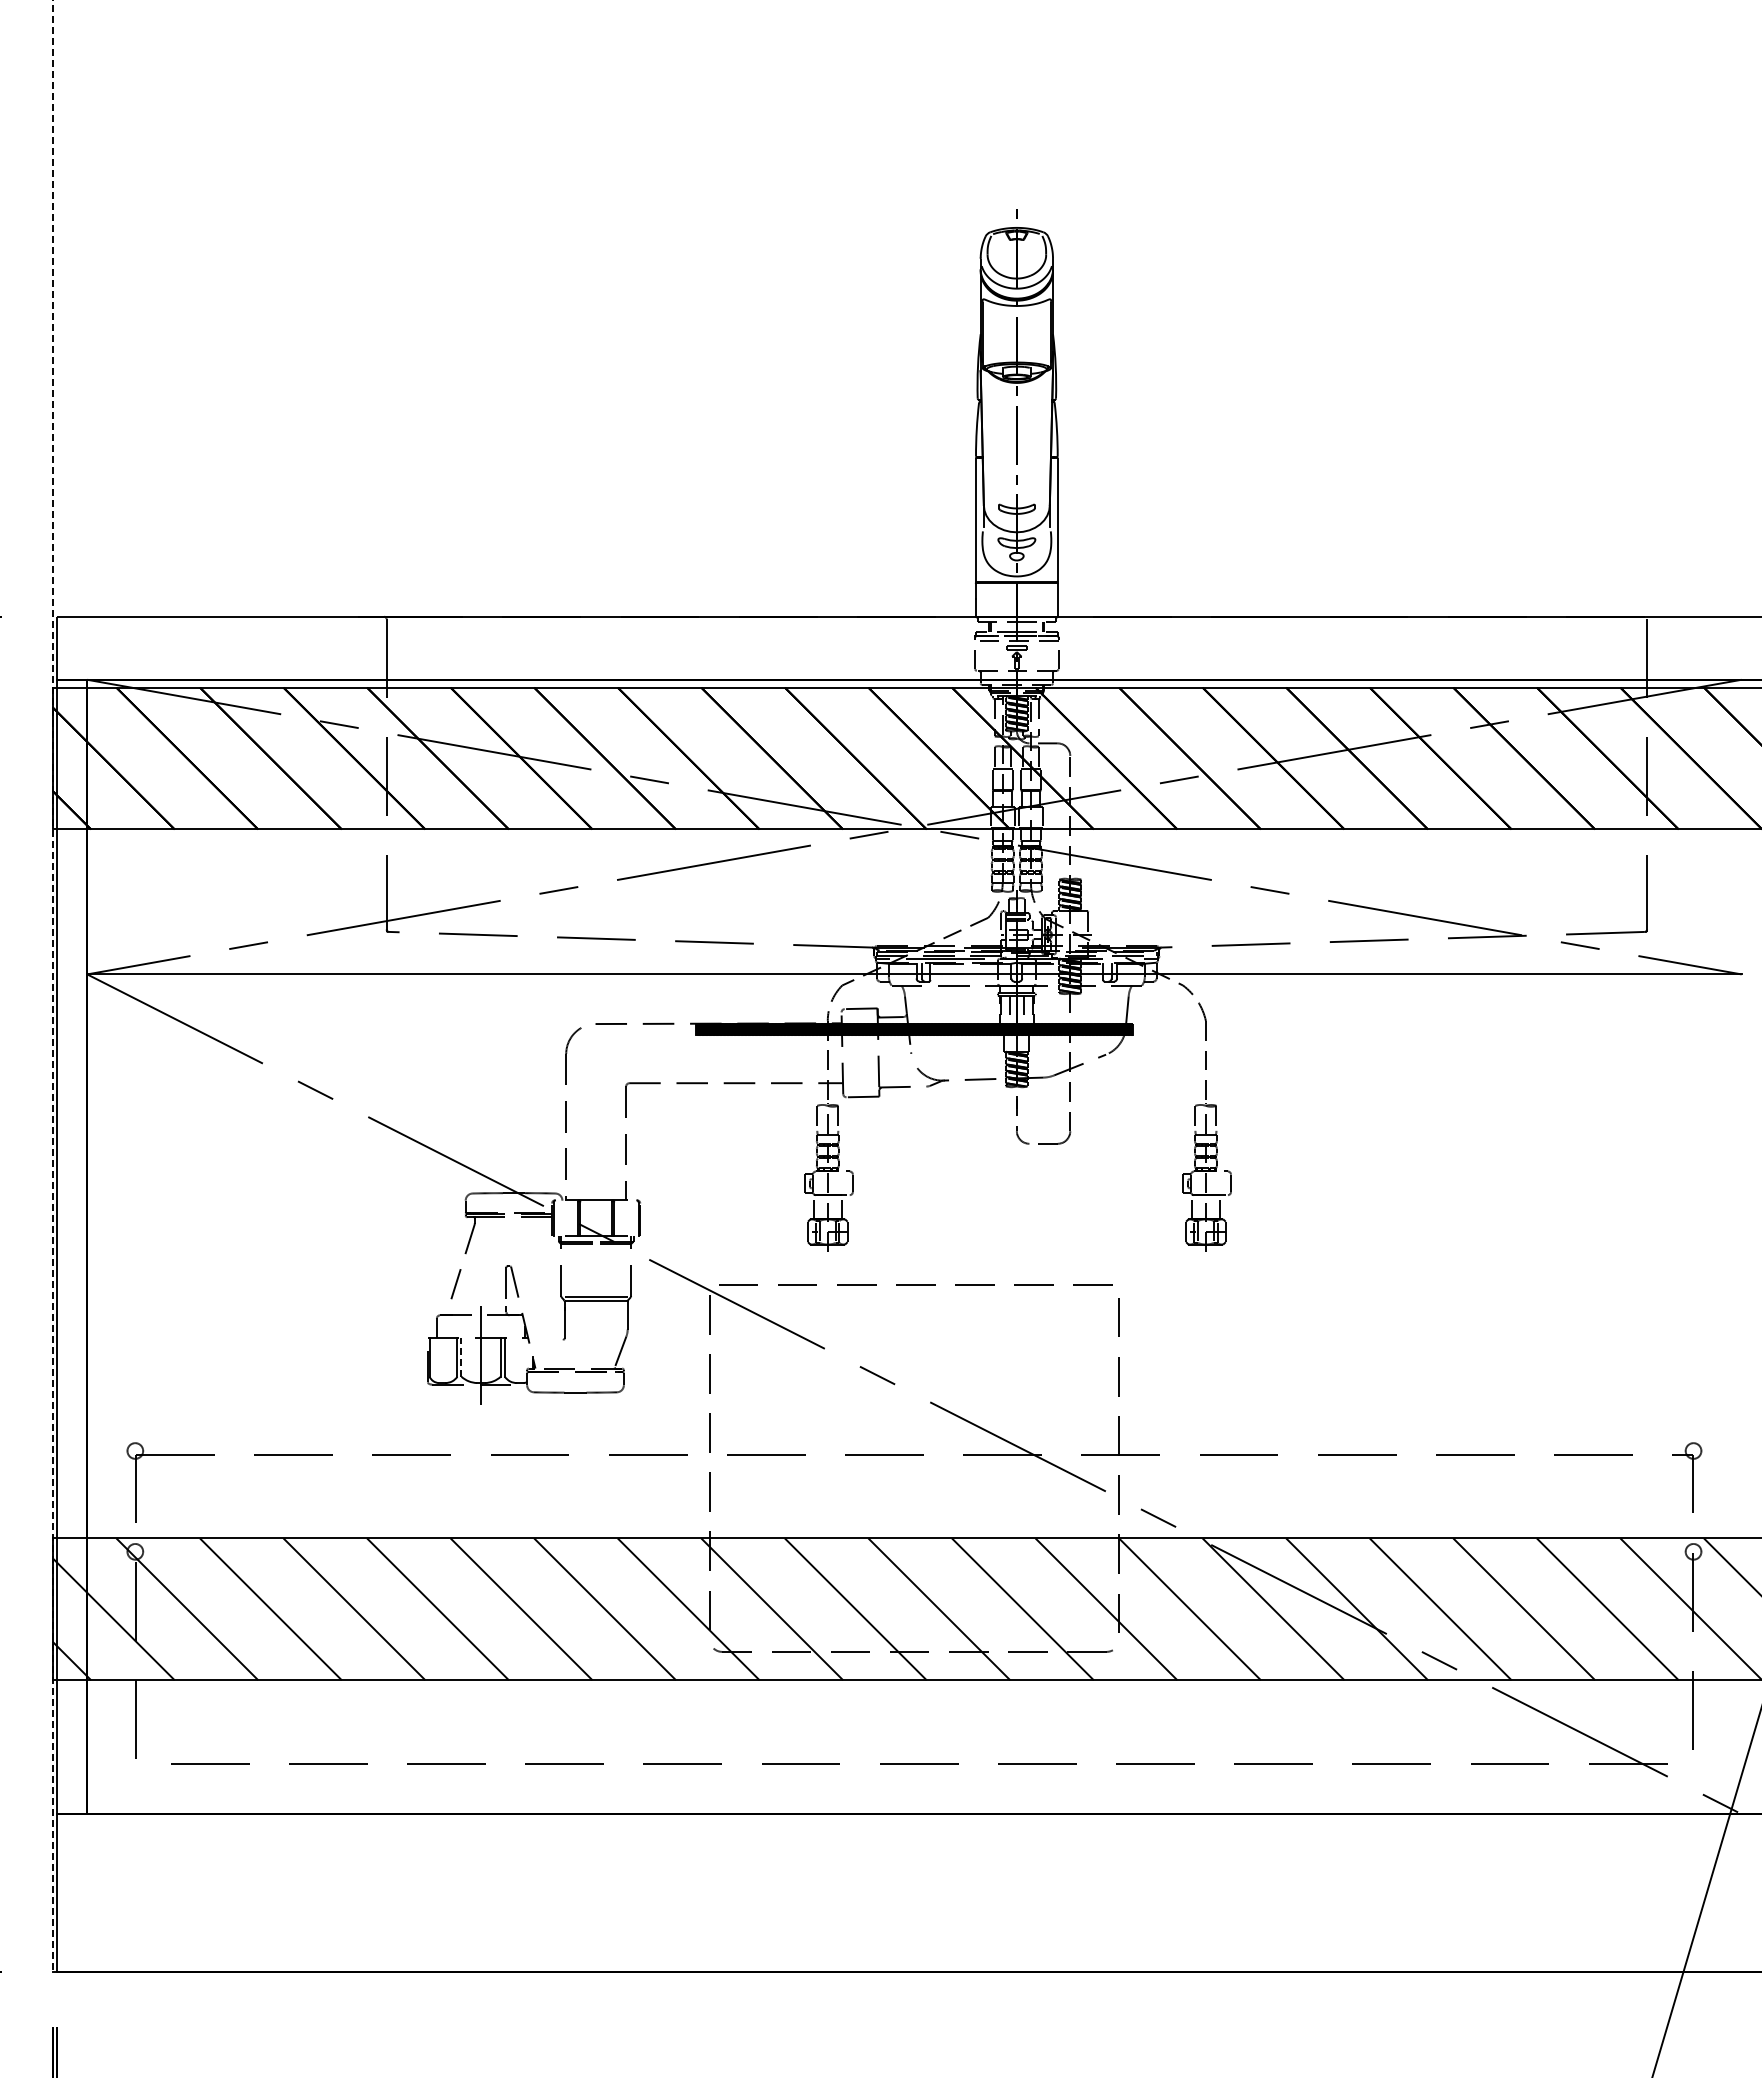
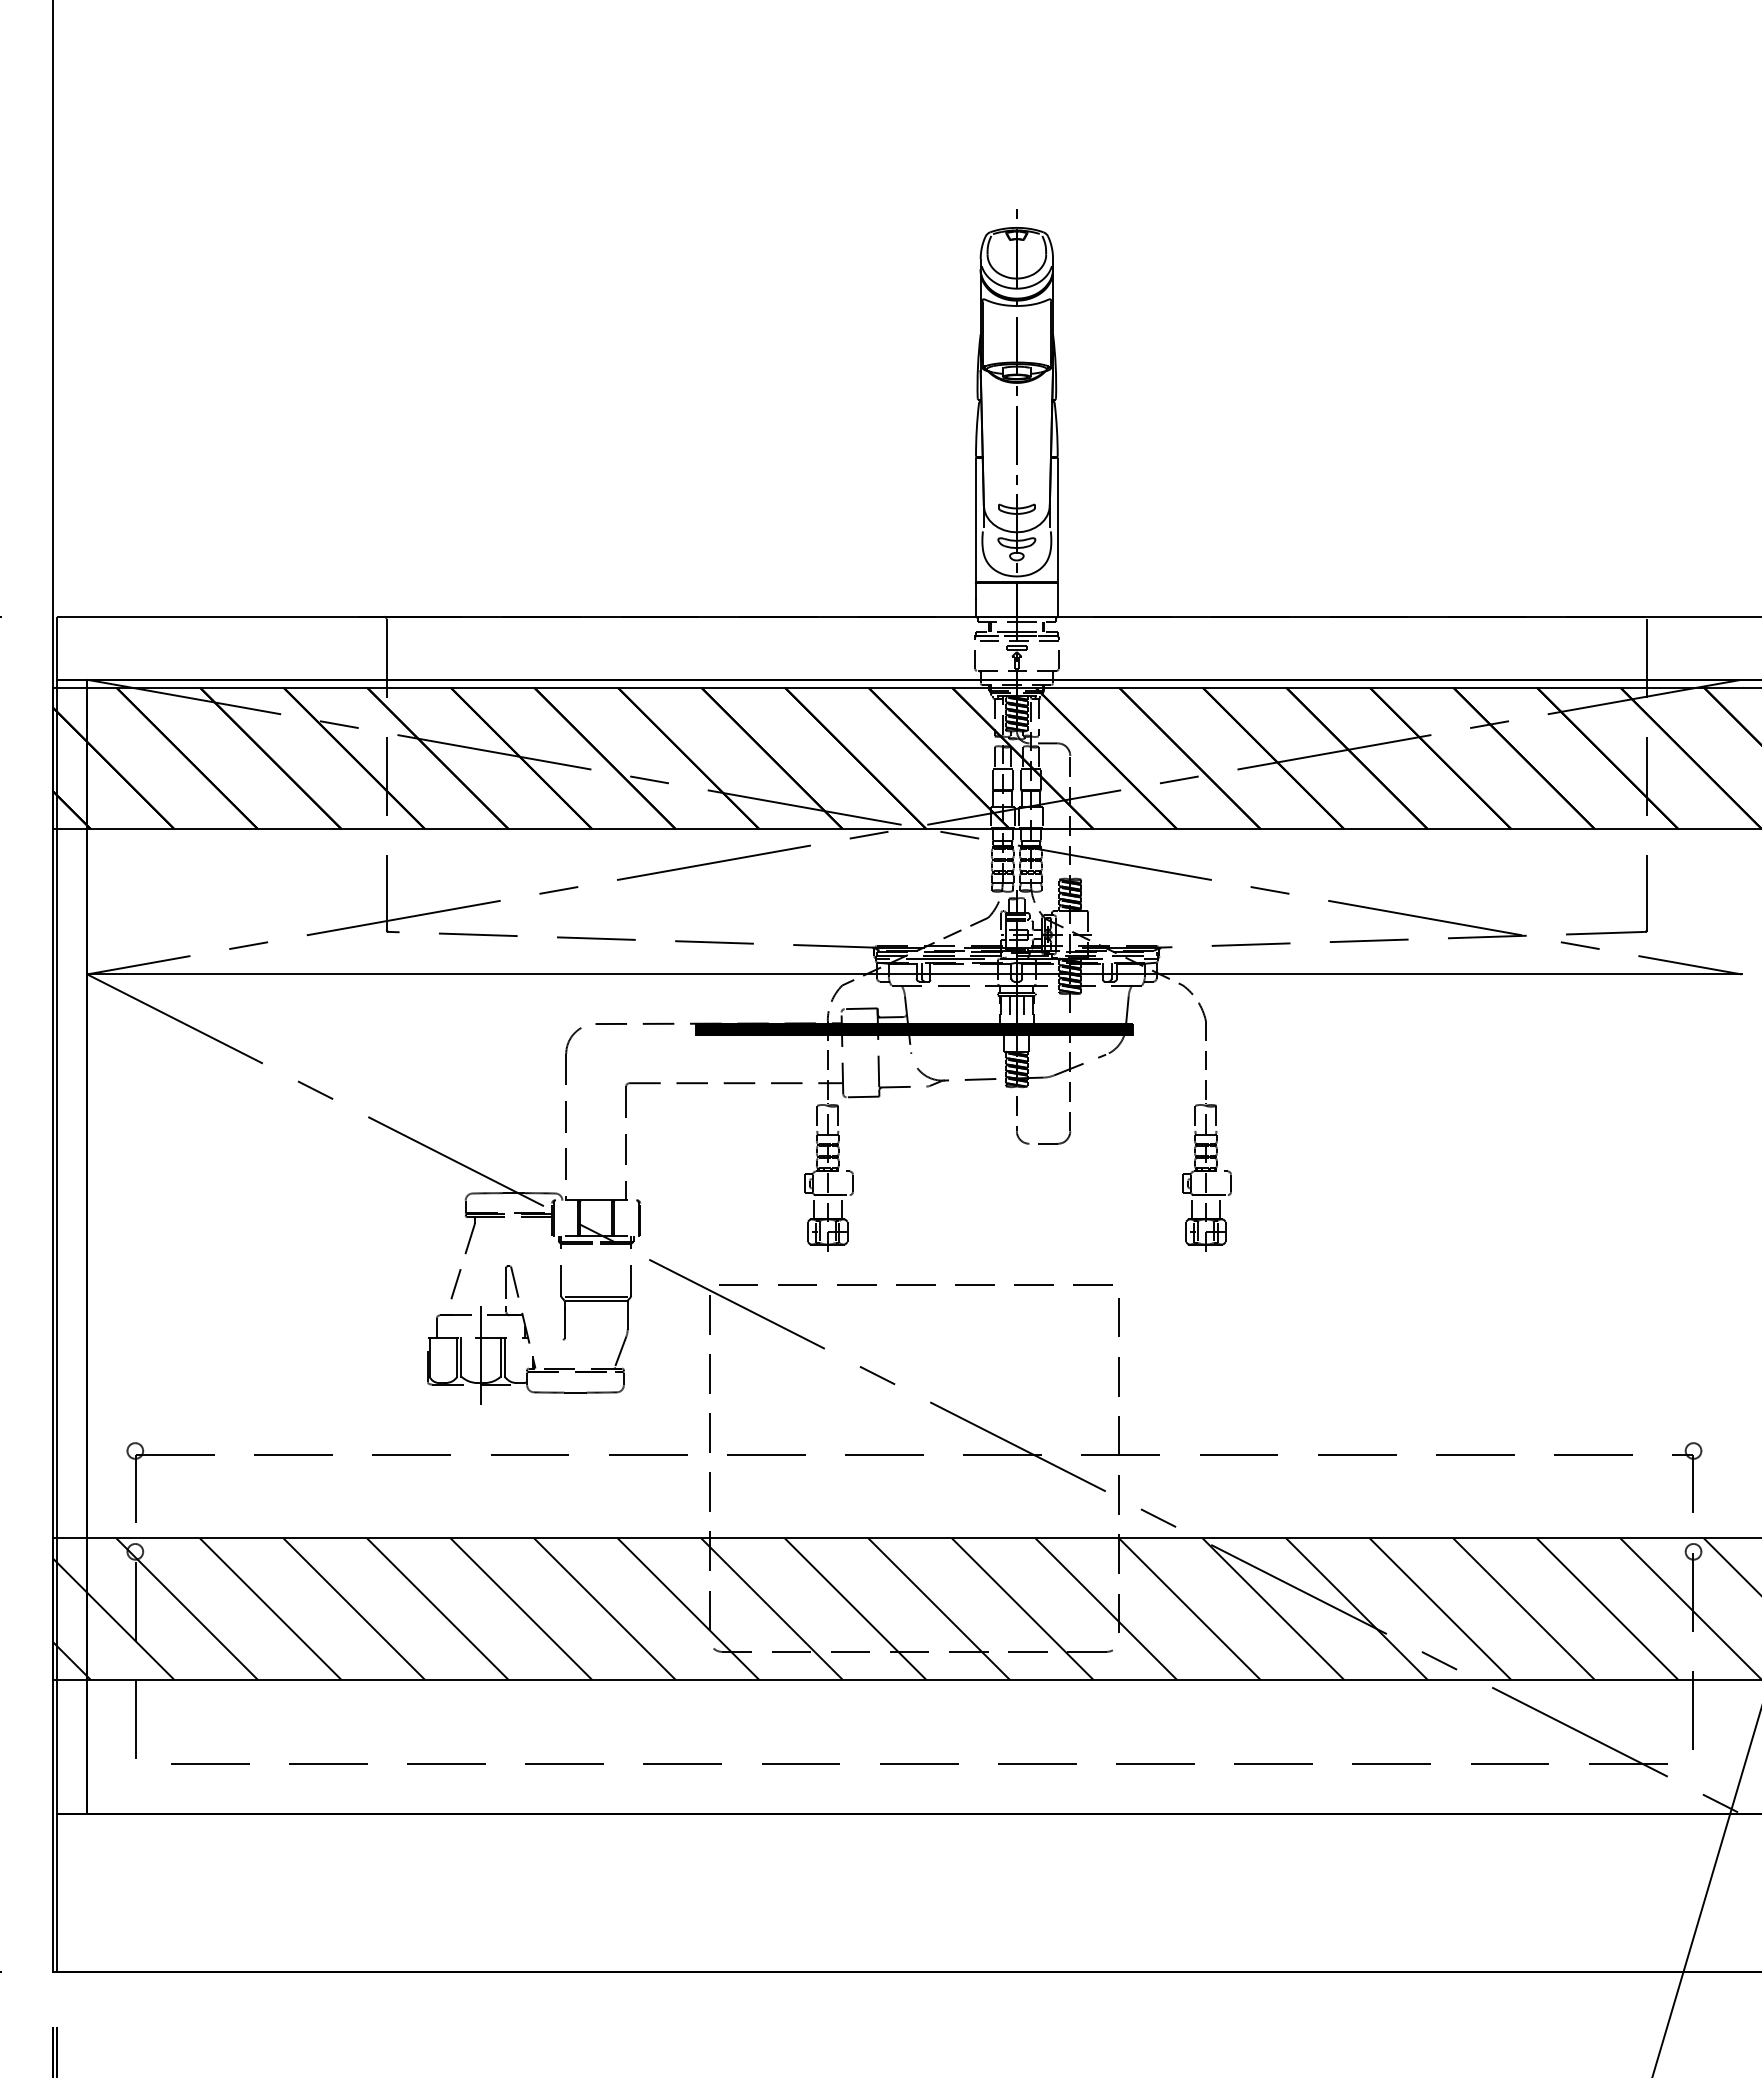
line at (52, 985): dashed -> solid
line at (461, 1357): dashed -> solid
